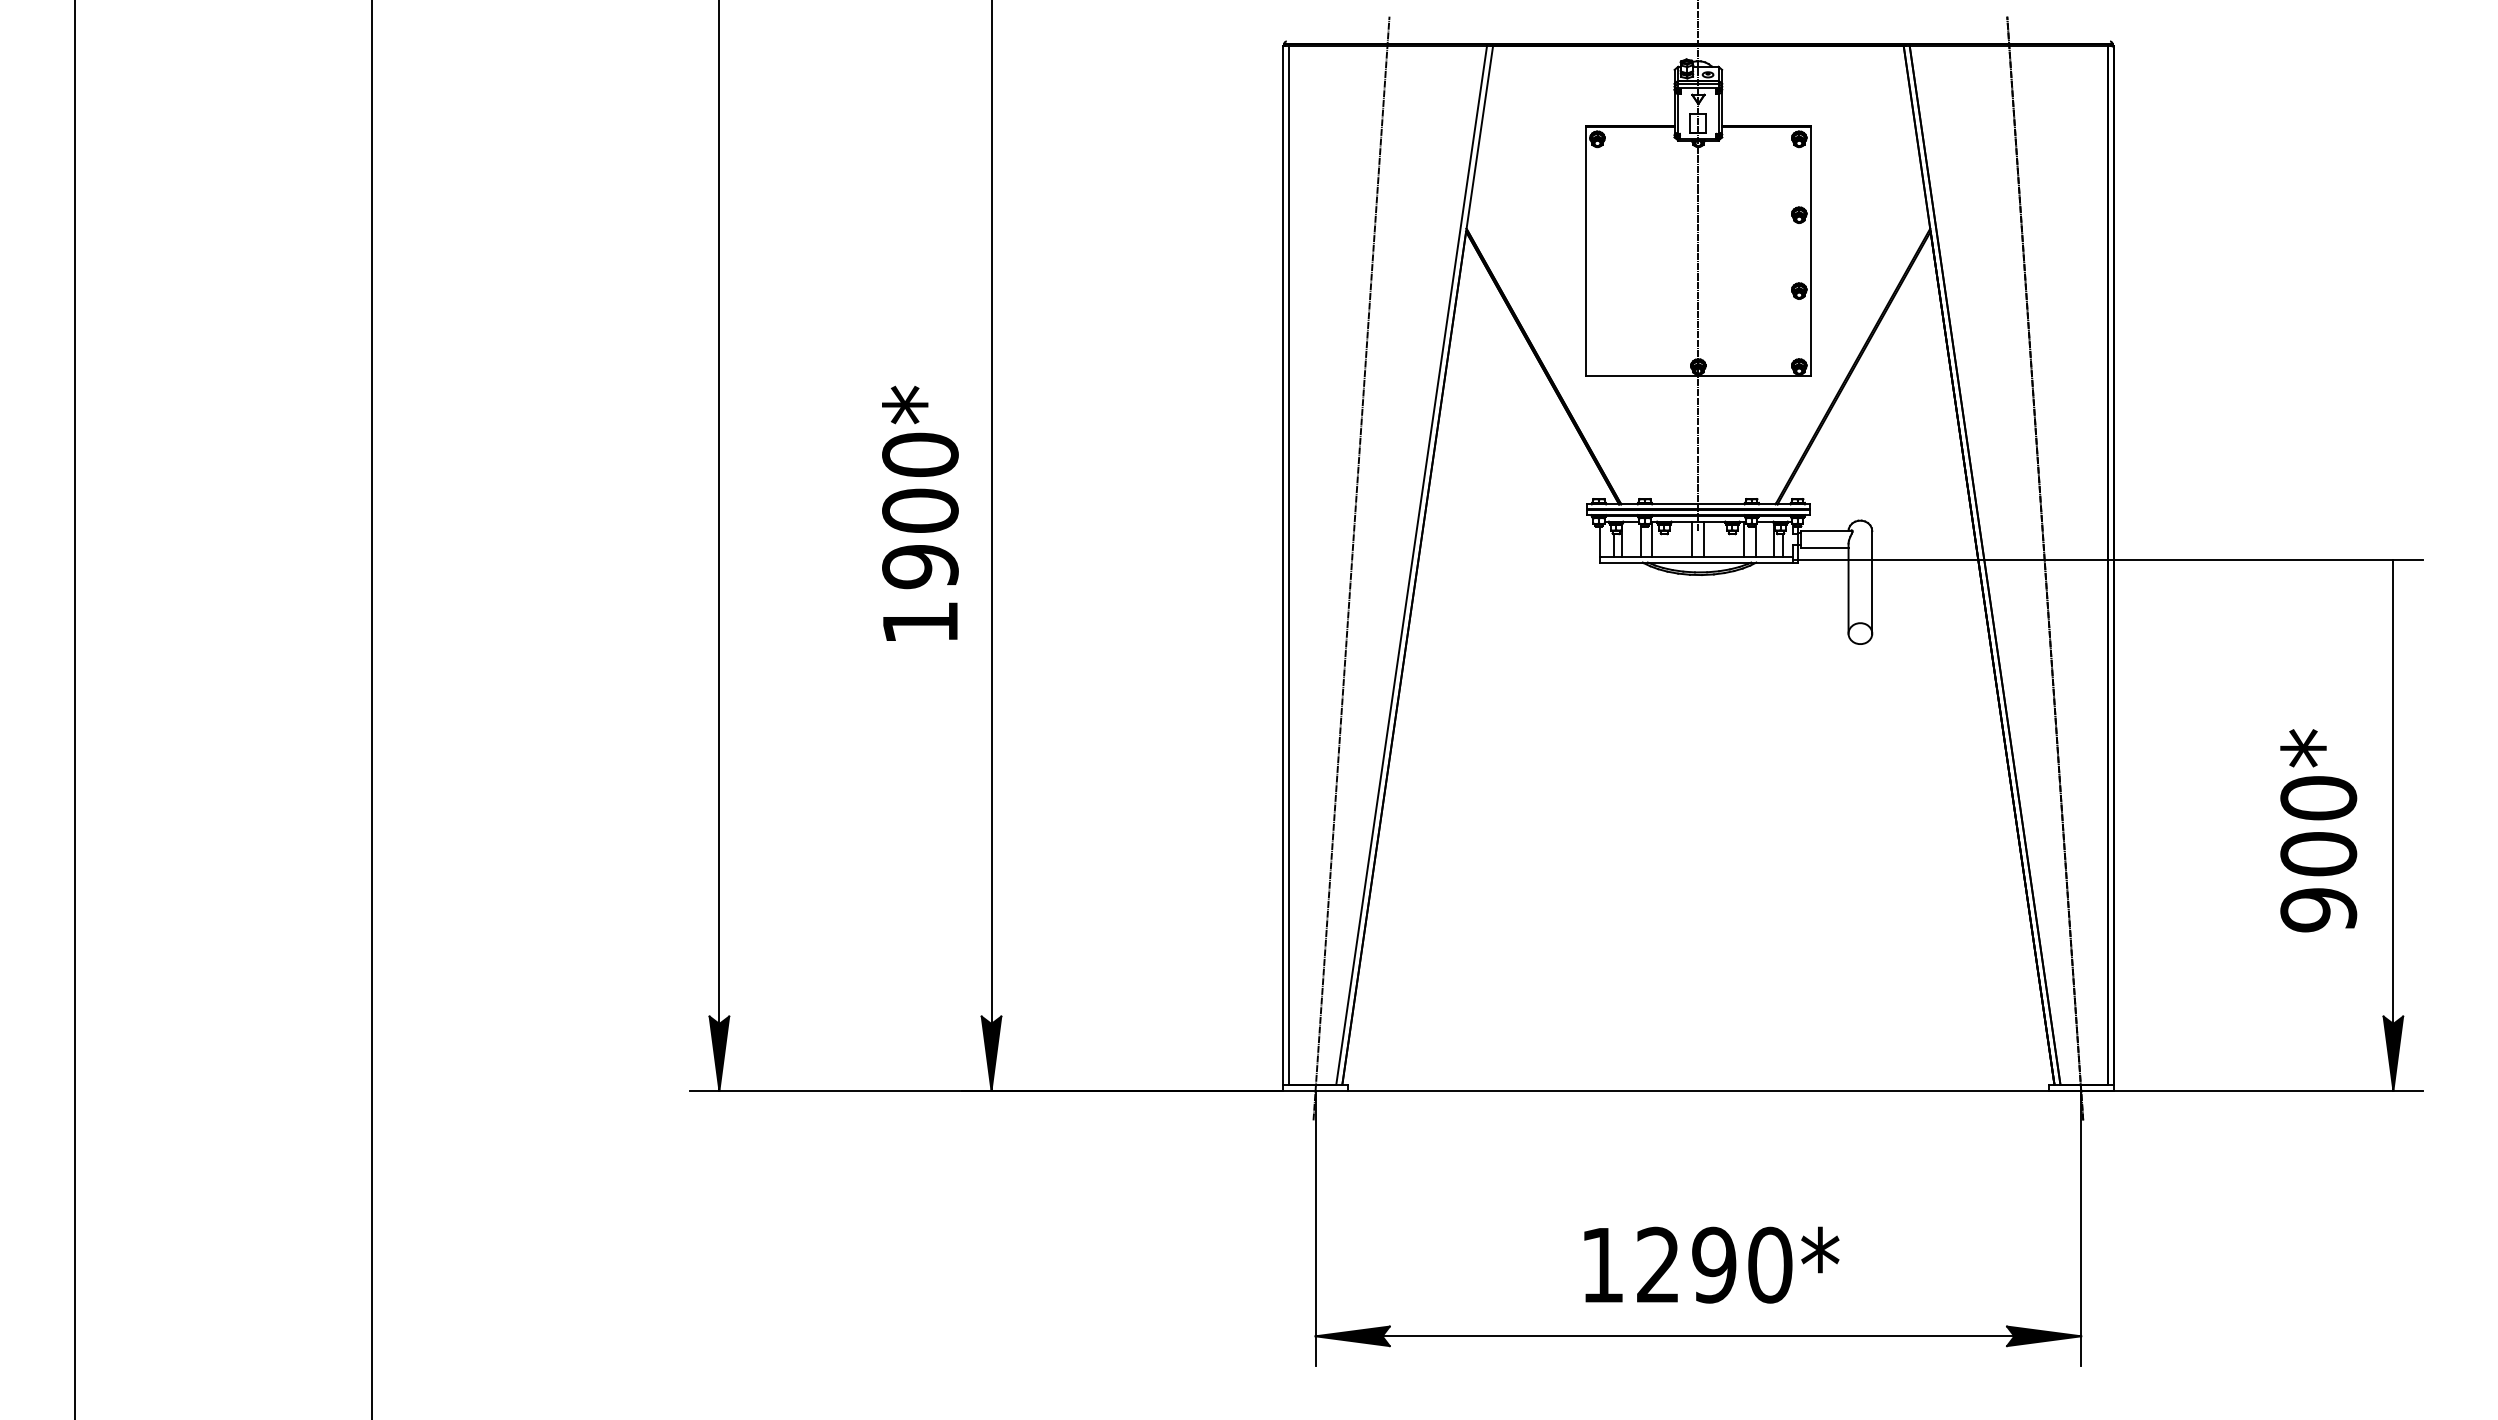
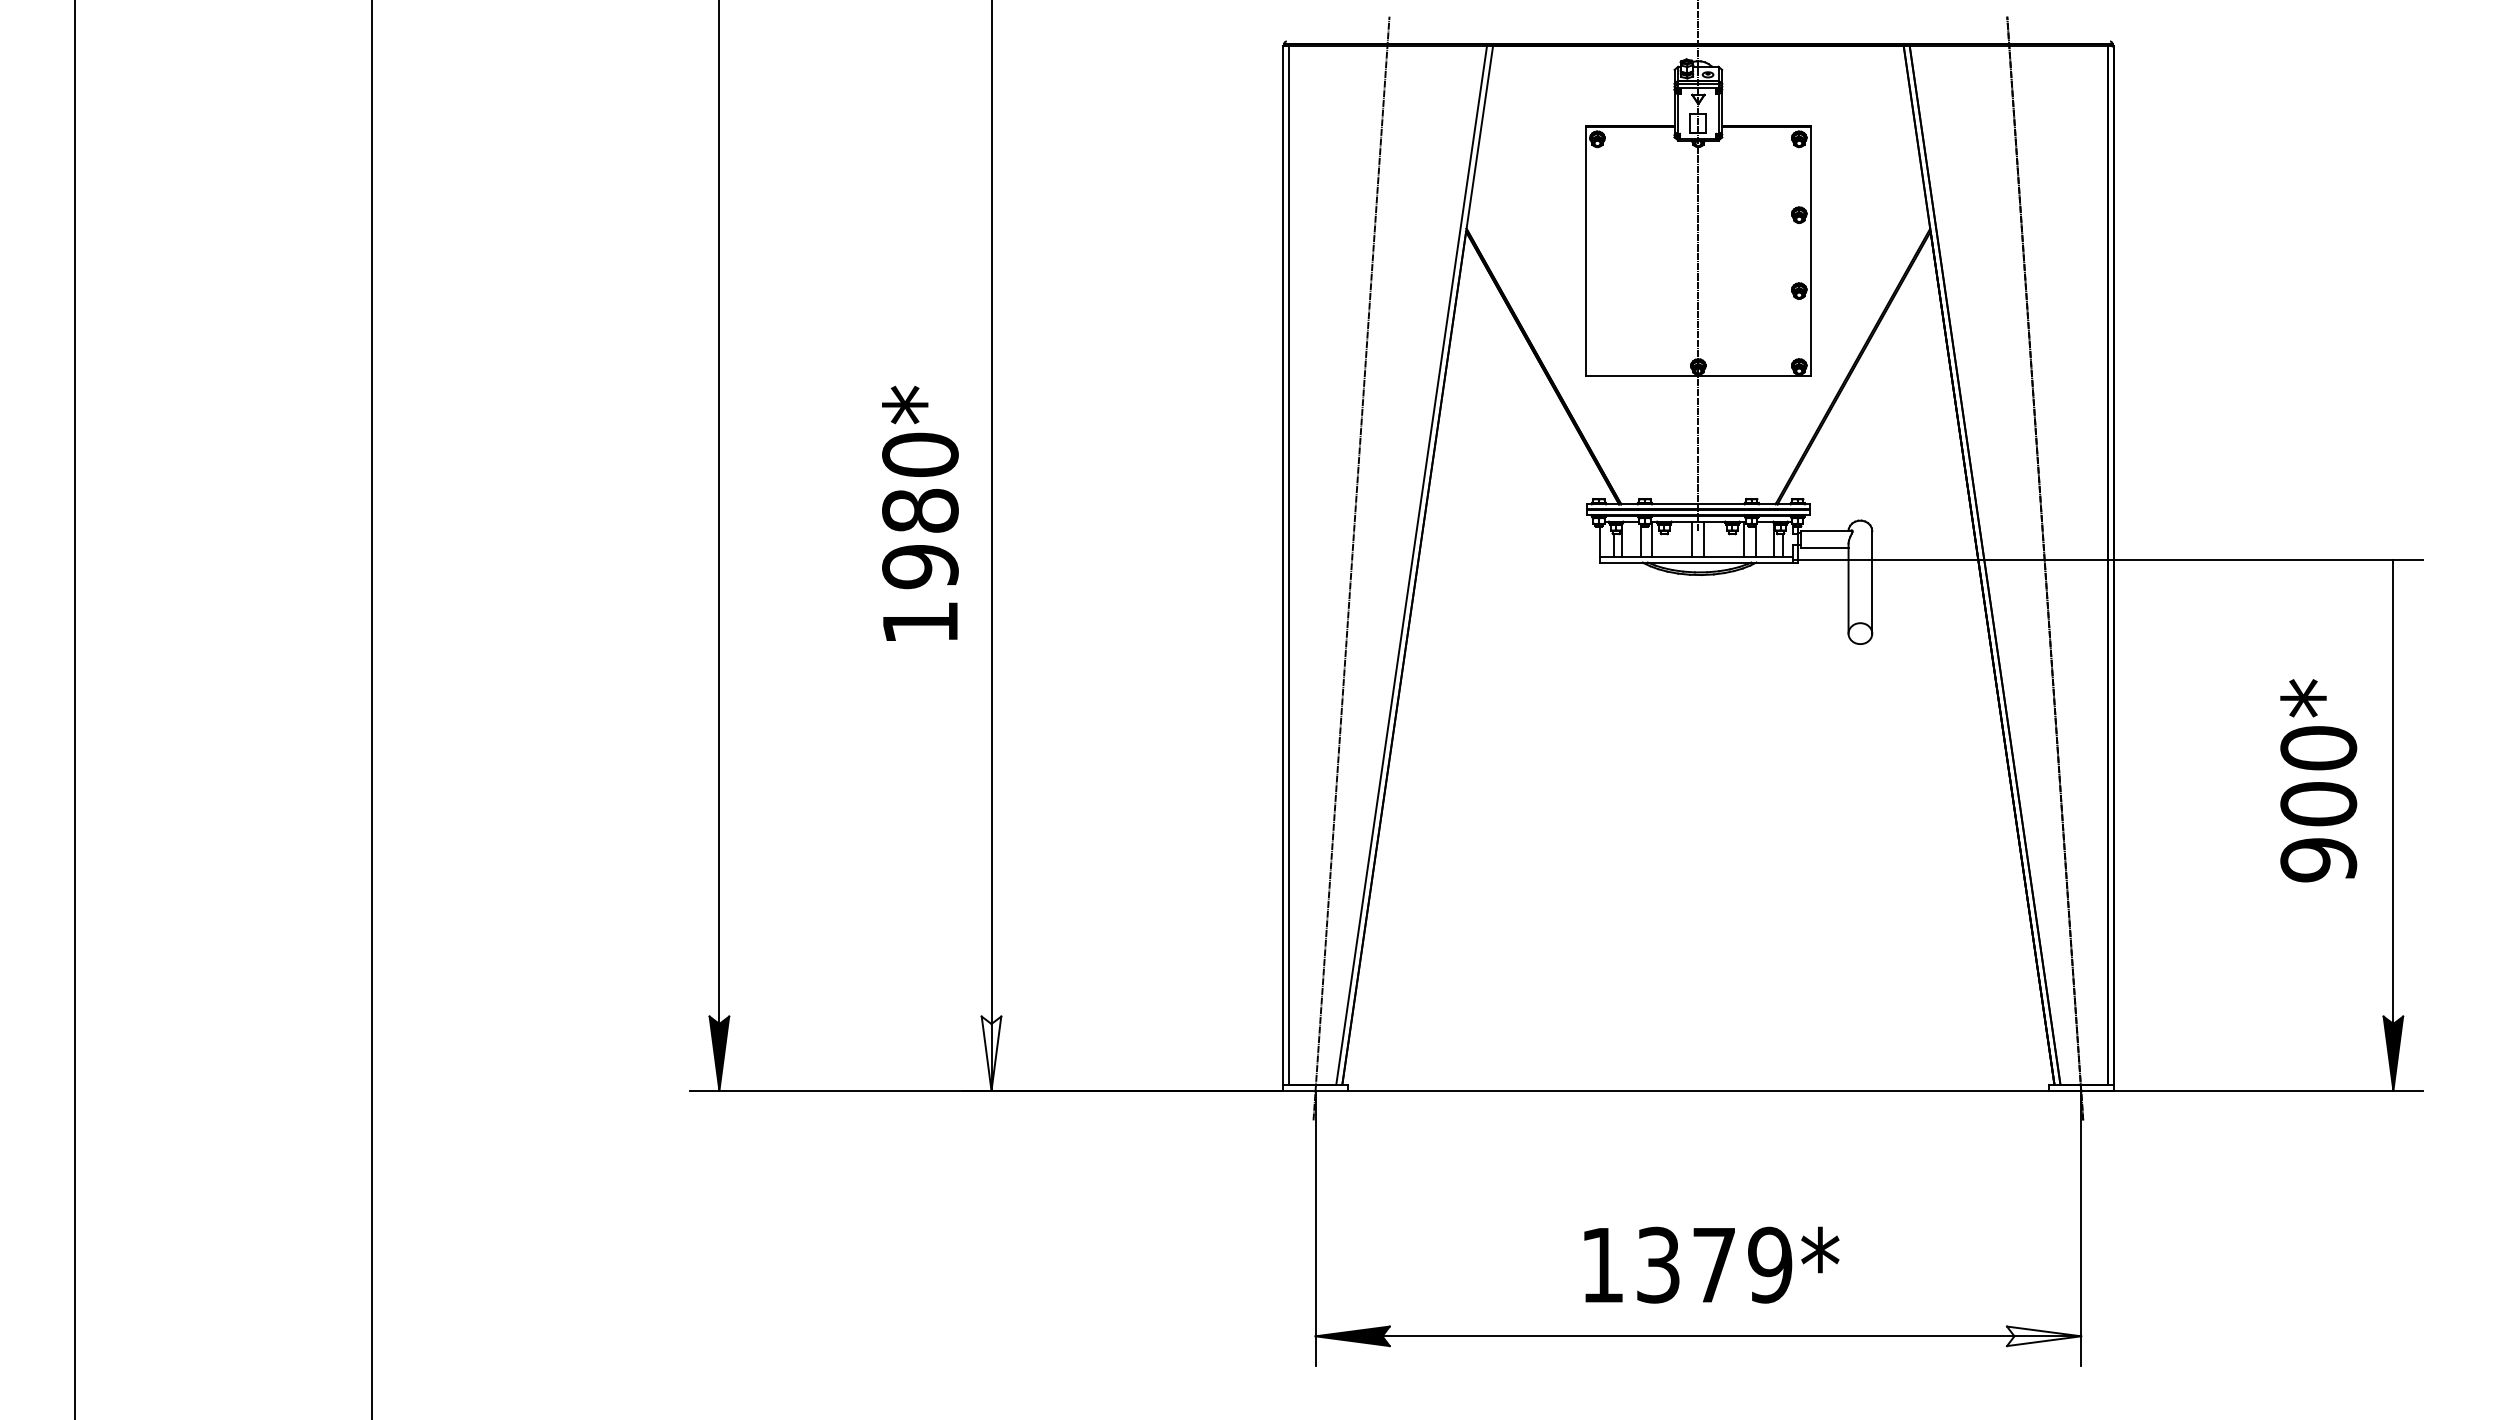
text at (920, 510): 1900* -> 1980*
text at (2318, 830) position: (2318, 830) -> (2318, 780)
fill at (991, 1053): present -> none
text at (1714, 1264): 1290* -> 1379*
fill at (2044, 1336): present -> none
